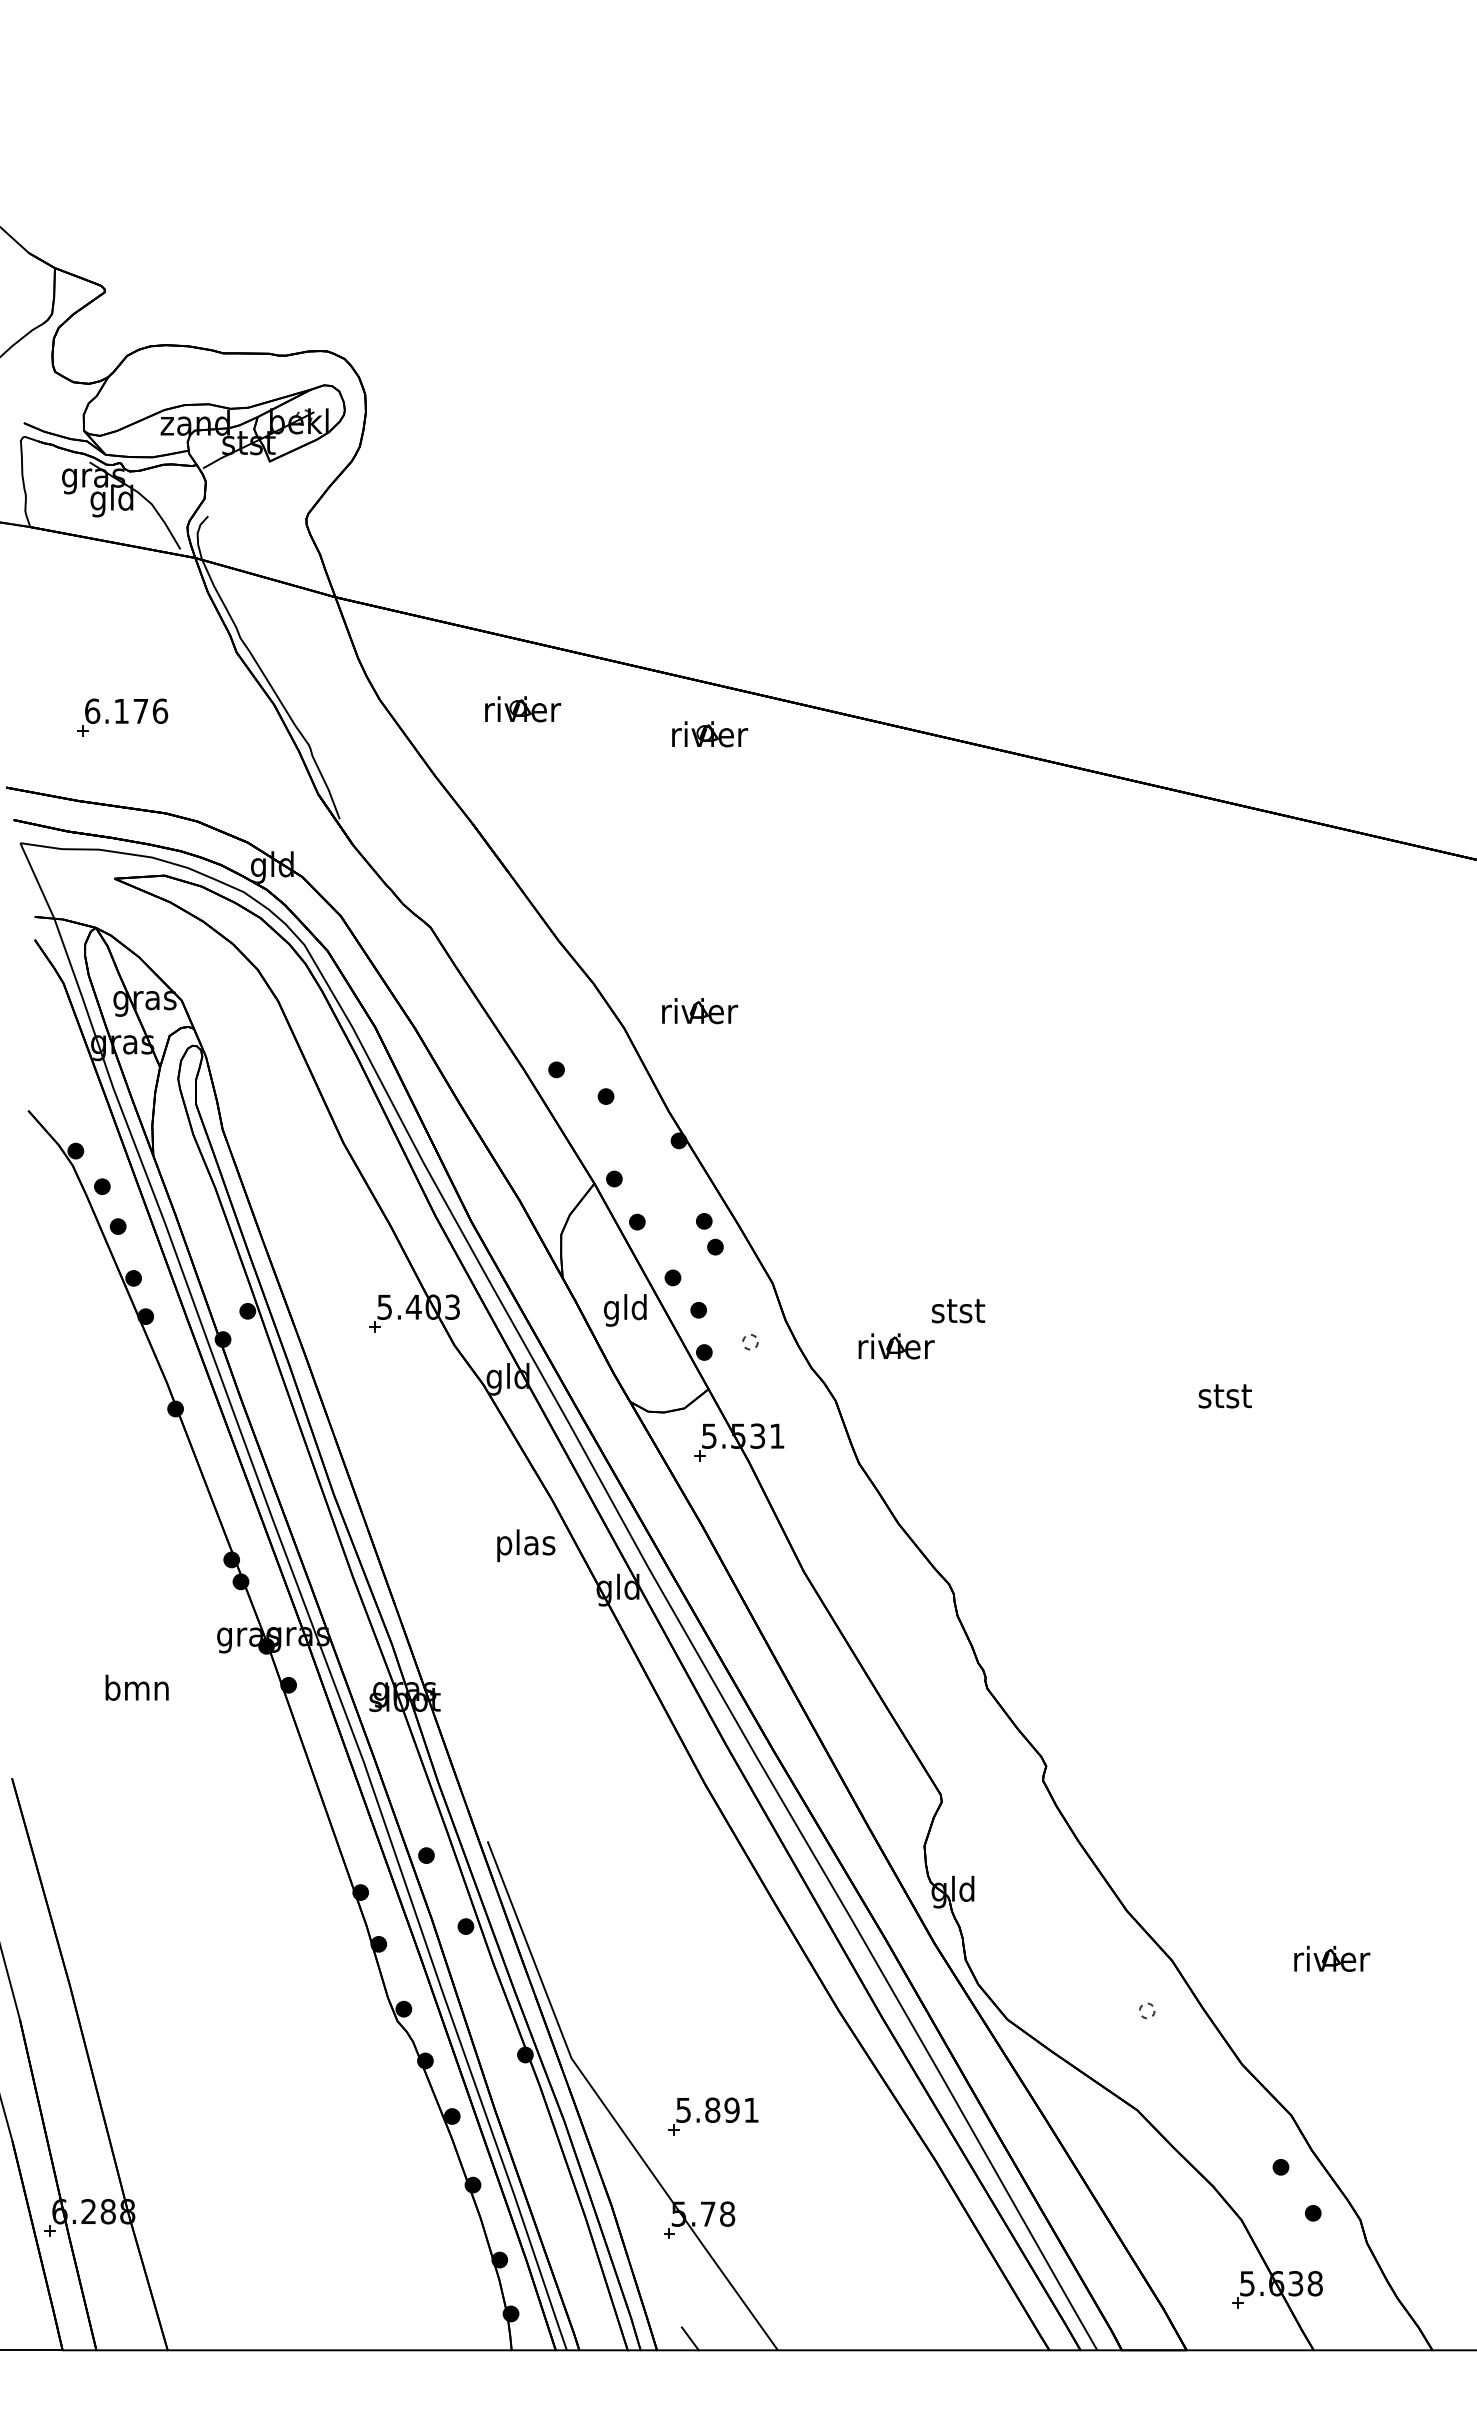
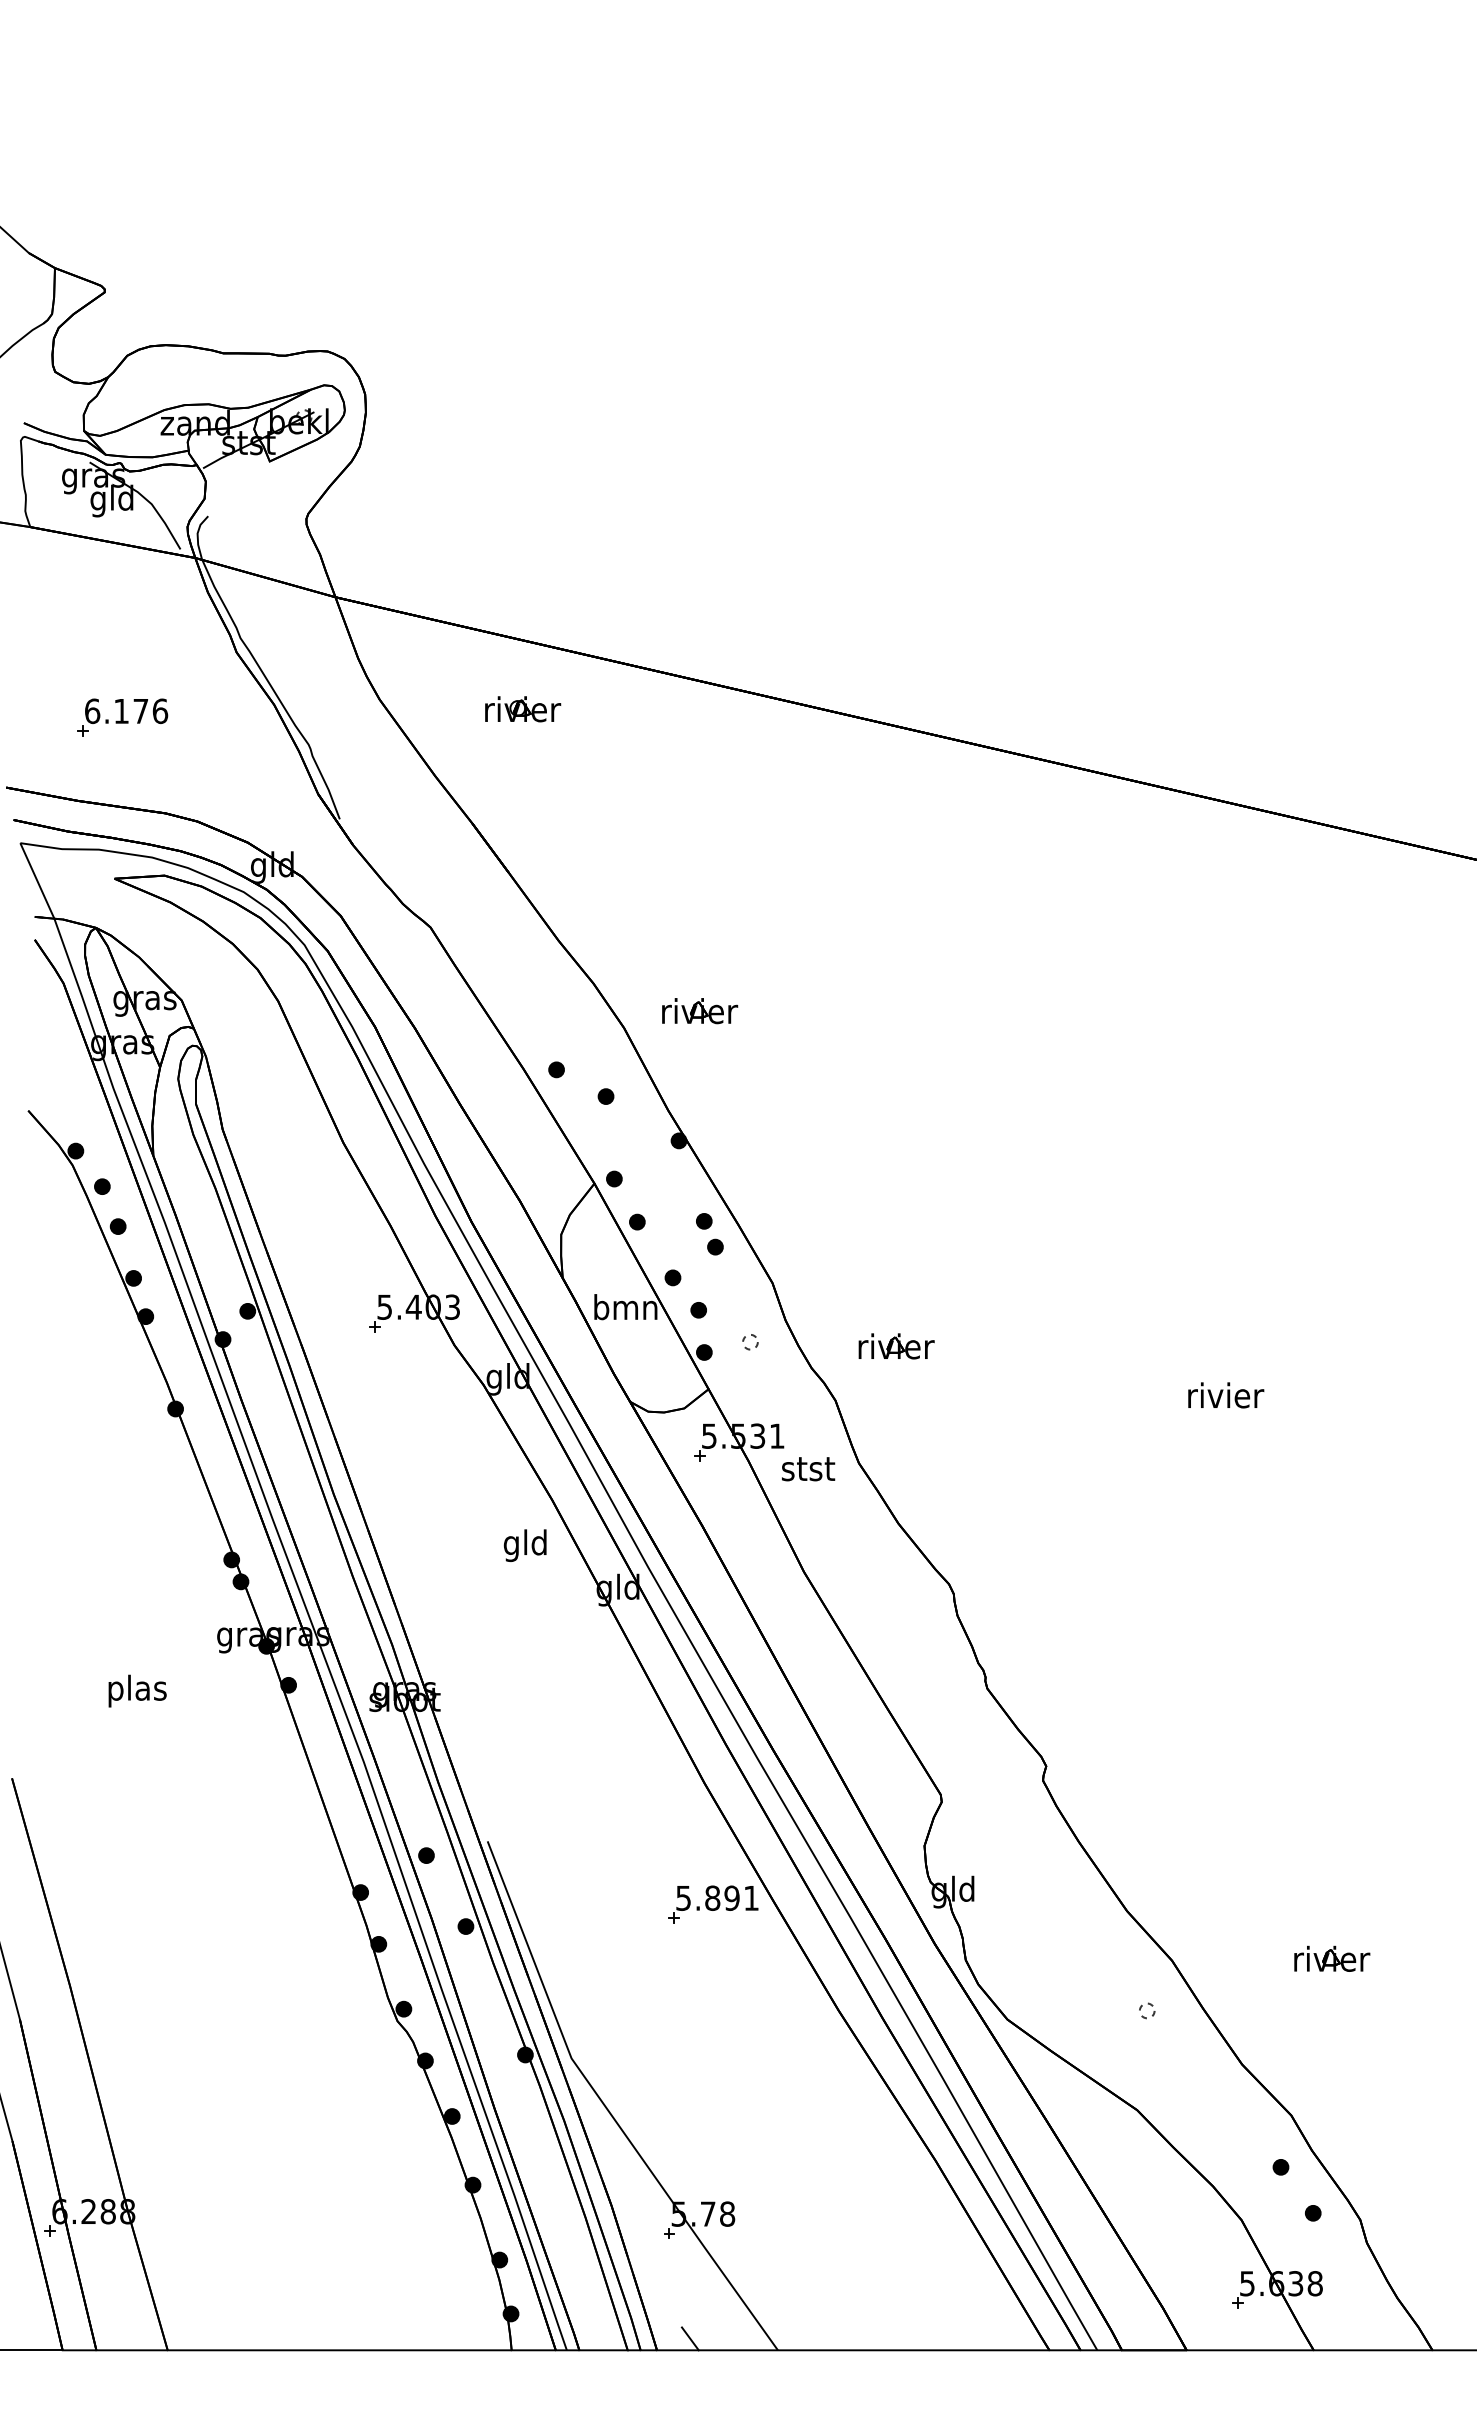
part at (710, 734): present -> none
text at (625, 1310): gld -> bmn
text at (958, 1311) position: (958, 1311) -> (808, 1469)
text at (1226, 1395): stst -> rivier
text at (526, 1545): plas -> gld
text at (136, 1690): bmn -> plas
part at (713, 2116) position: (713, 2116) -> (713, 1904)
